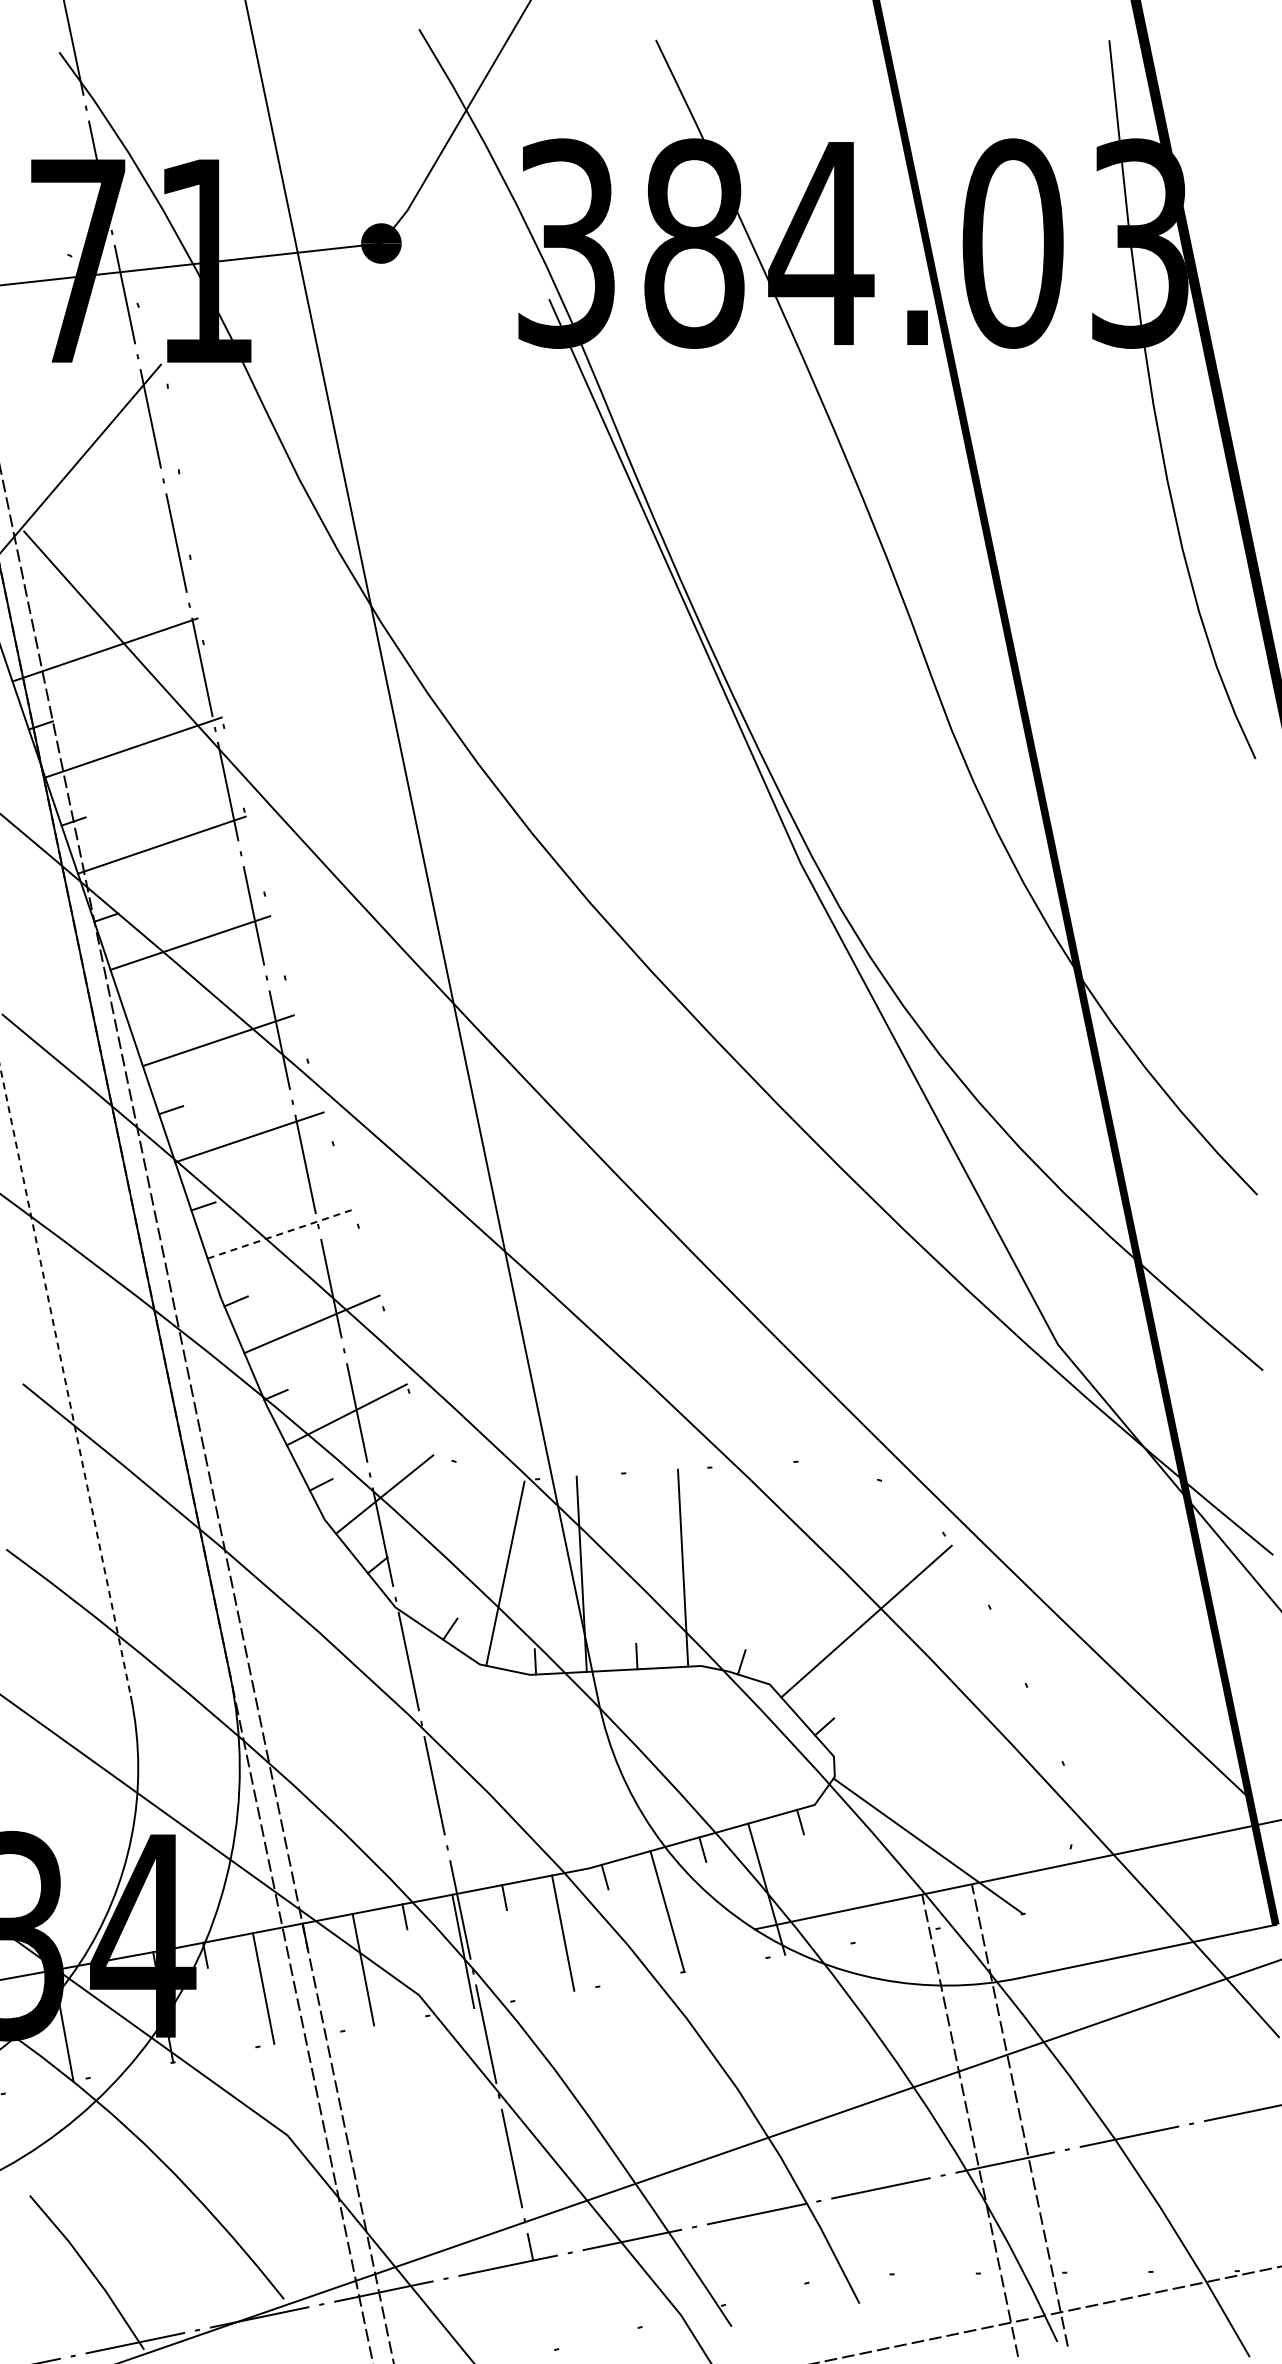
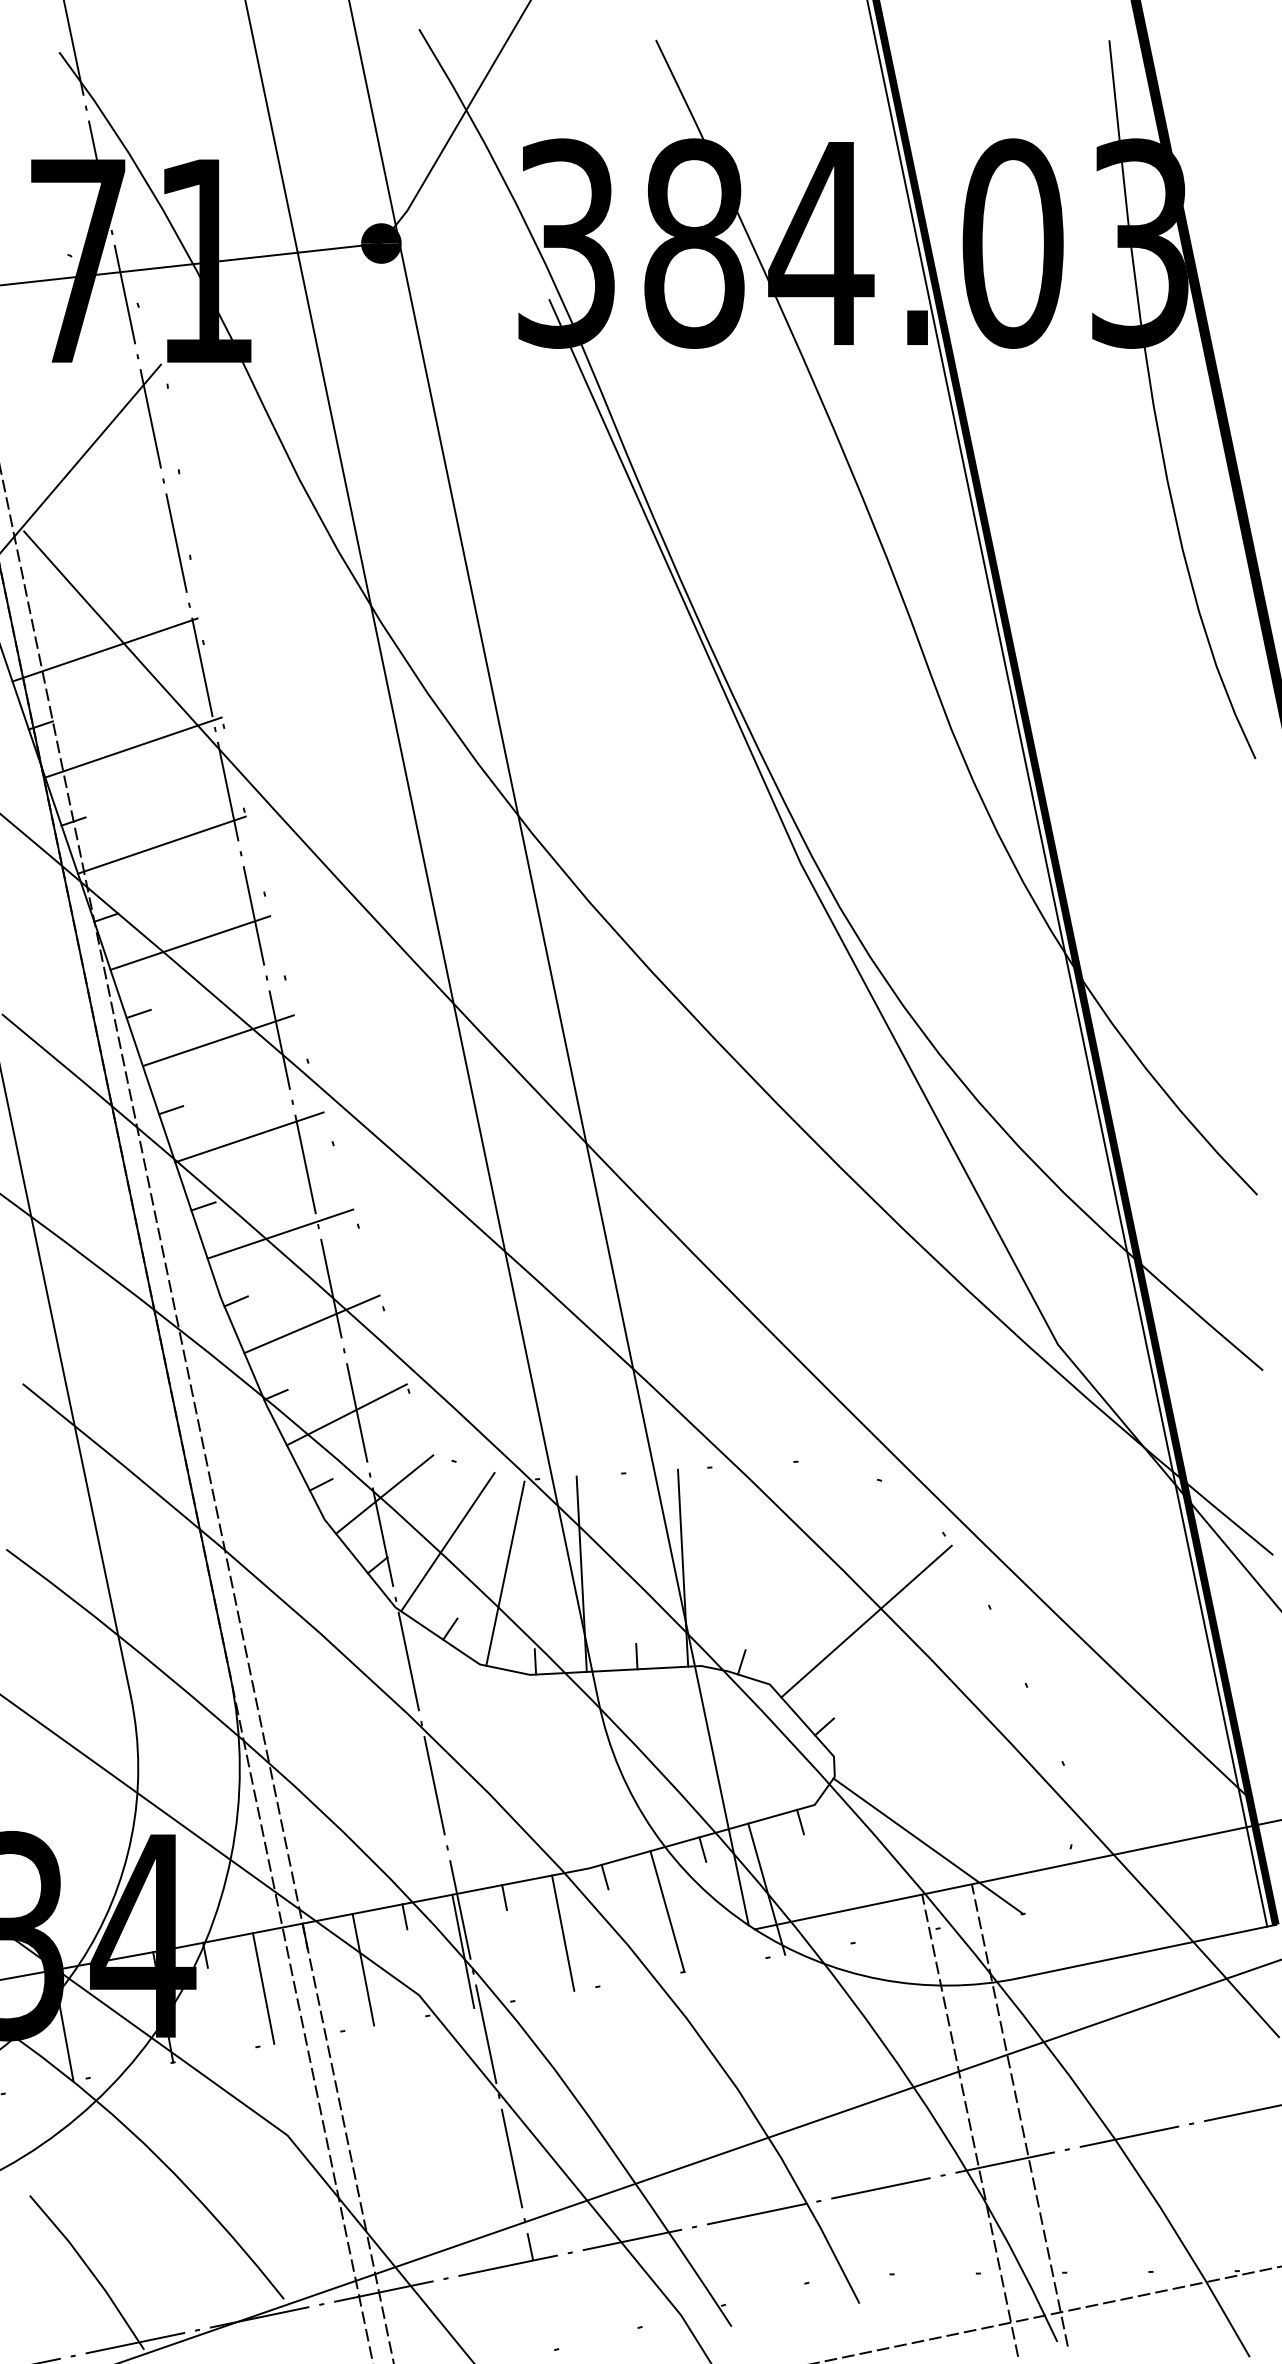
line at (548, 963): none -> present
line at (1067, 964): none -> present
line at (138, 1013): none -> present
line at (280, 1234): dashed -> solid
line at (65, 1381): dashed -> solid
line at (447, 1541): none -> present
